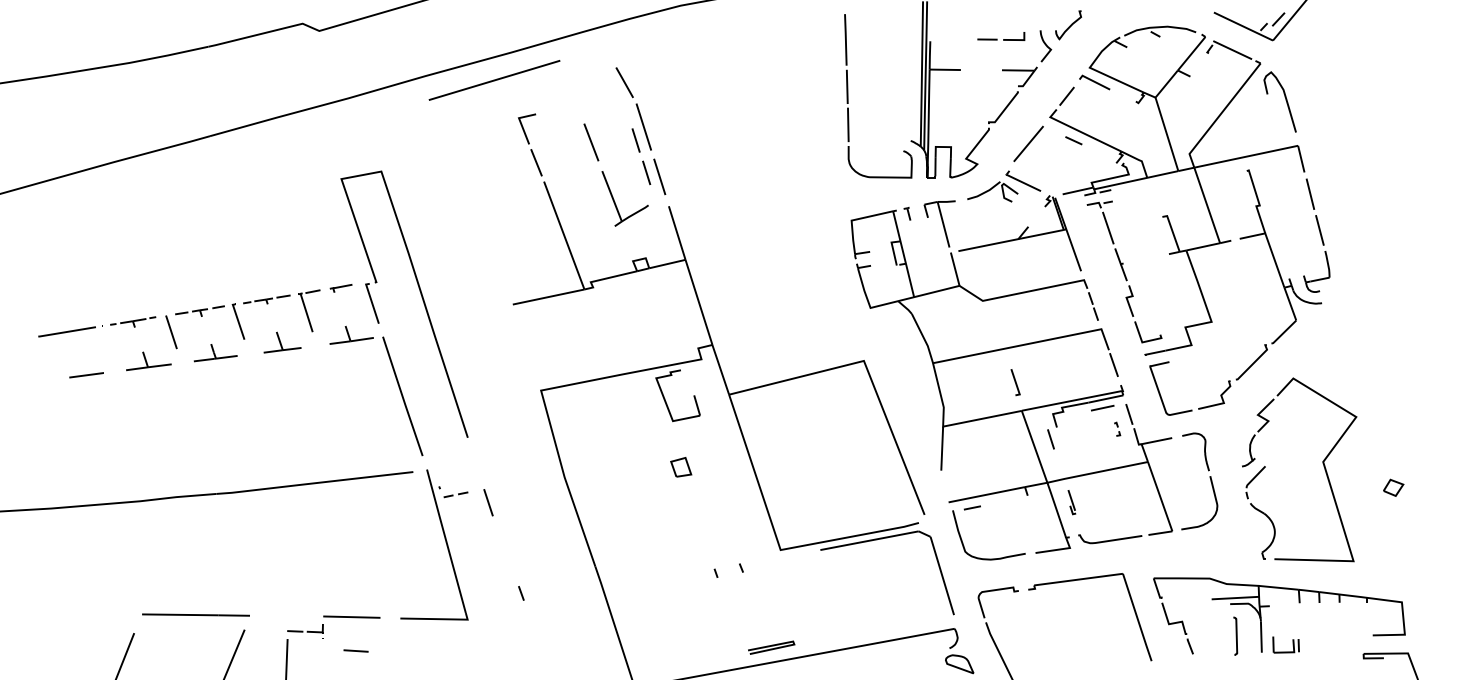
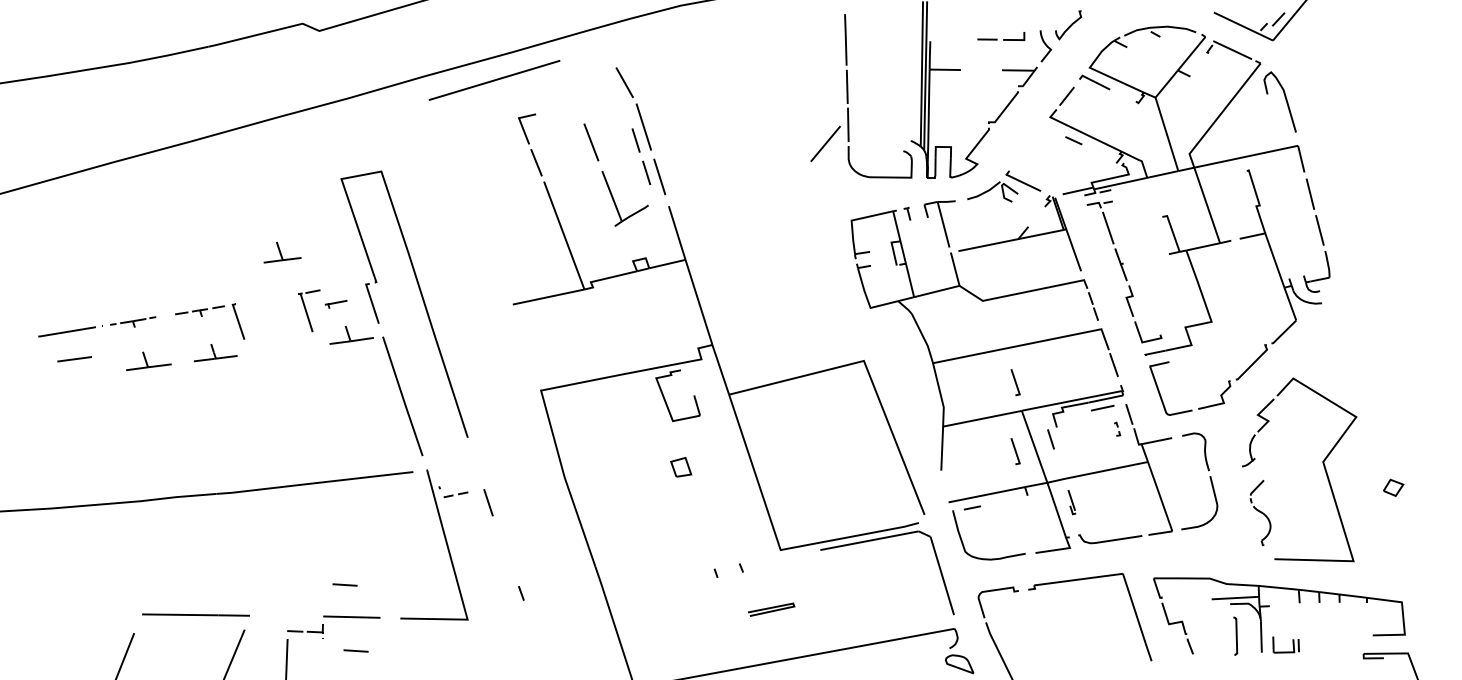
line at (1028, 143) position: (1028, 143) -> (825, 143)
part at (340, 288) position: (340, 288) -> (335, 304)
part at (266, 299): present -> none
line at (171, 332): present -> none
part at (282, 342) position: (282, 342) -> (282, 252)
line at (86, 375) position: (86, 375) -> (74, 359)
line at (1015, 451): none -> present
part at (1260, 512) size: 31x94 px -> 23x67 px
line at (344, 584): none -> present
line at (771, 646) position: (771, 646) -> (771, 608)
